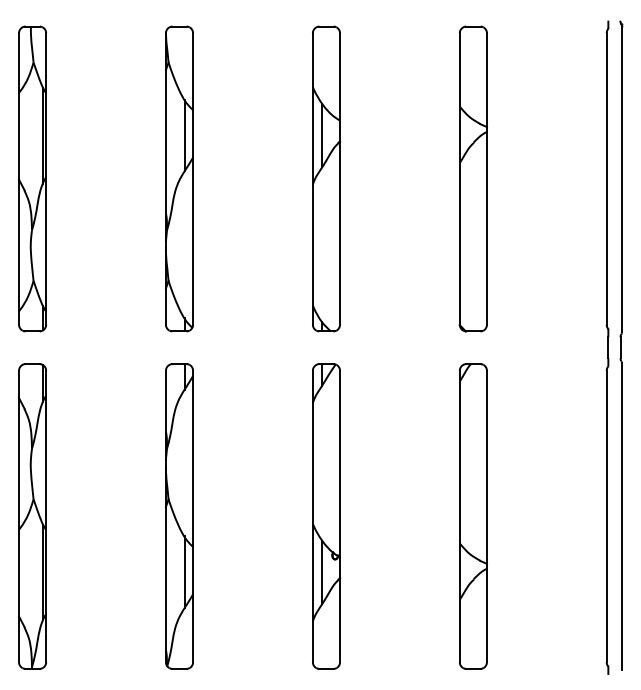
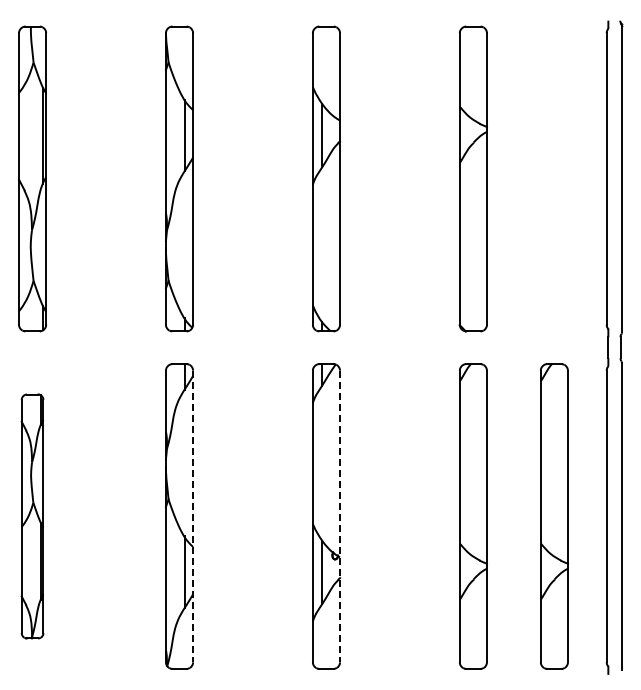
part at (32, 516) size: 29x307 px -> 25x247 px
line at (193, 516): solid -> dashed
line at (340, 516): solid -> dashed
part at (554, 516): none -> present
